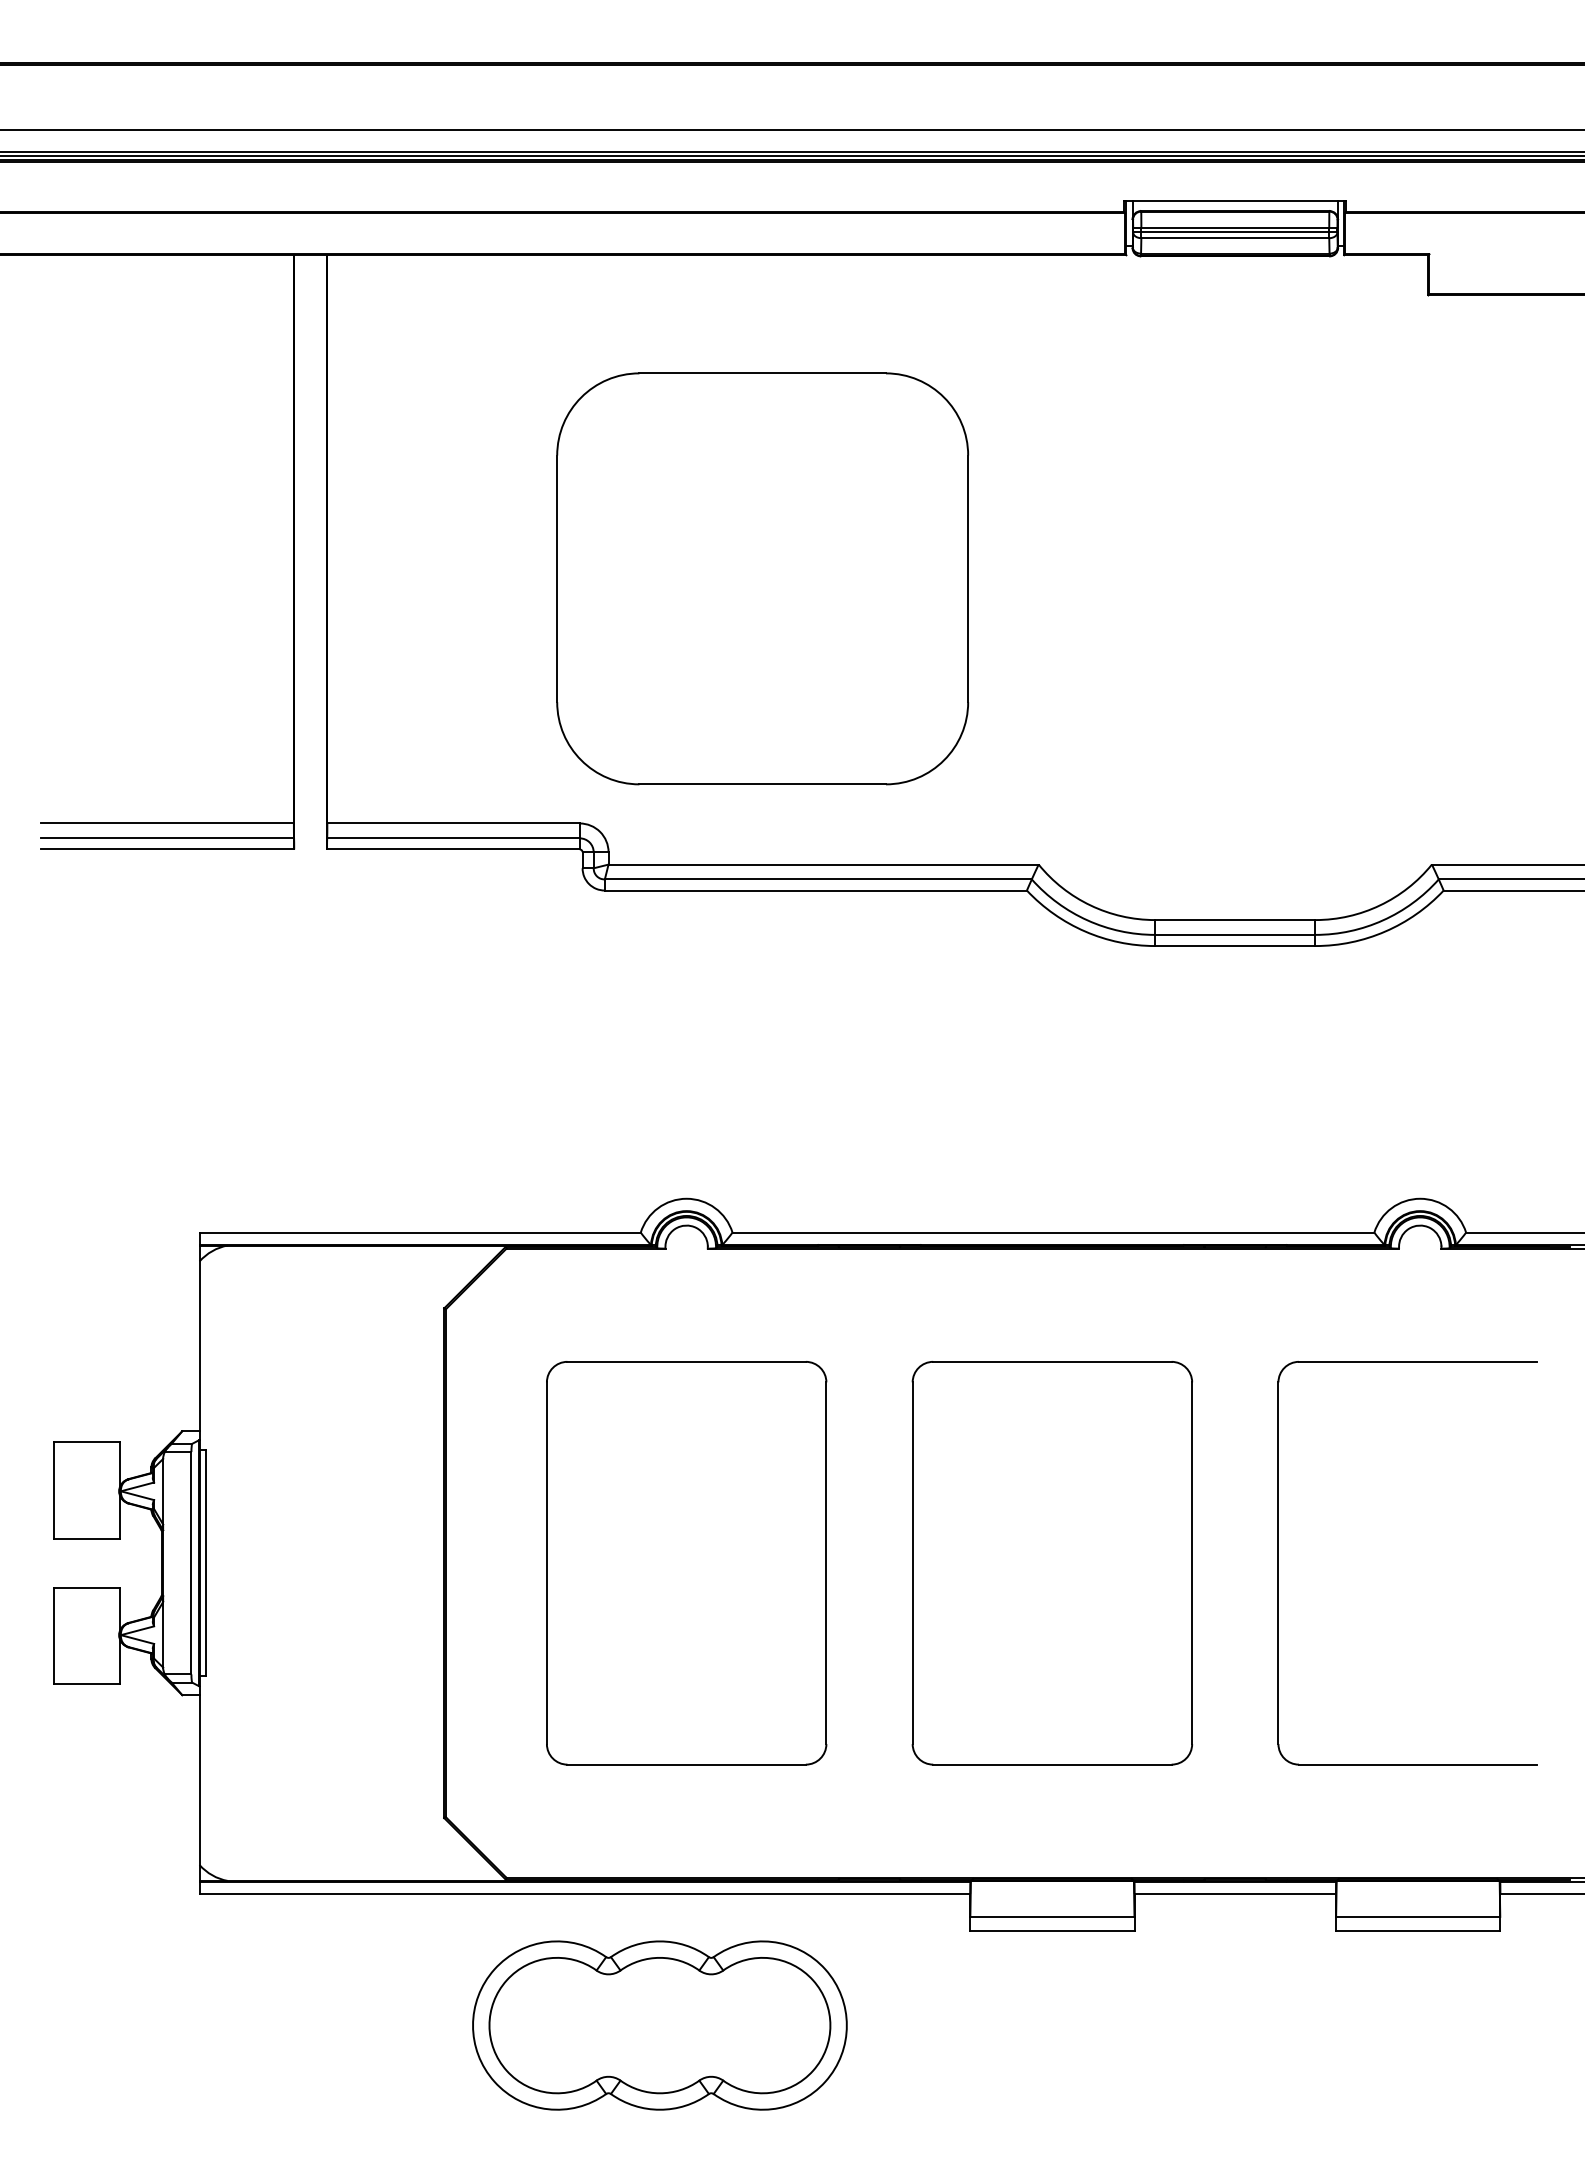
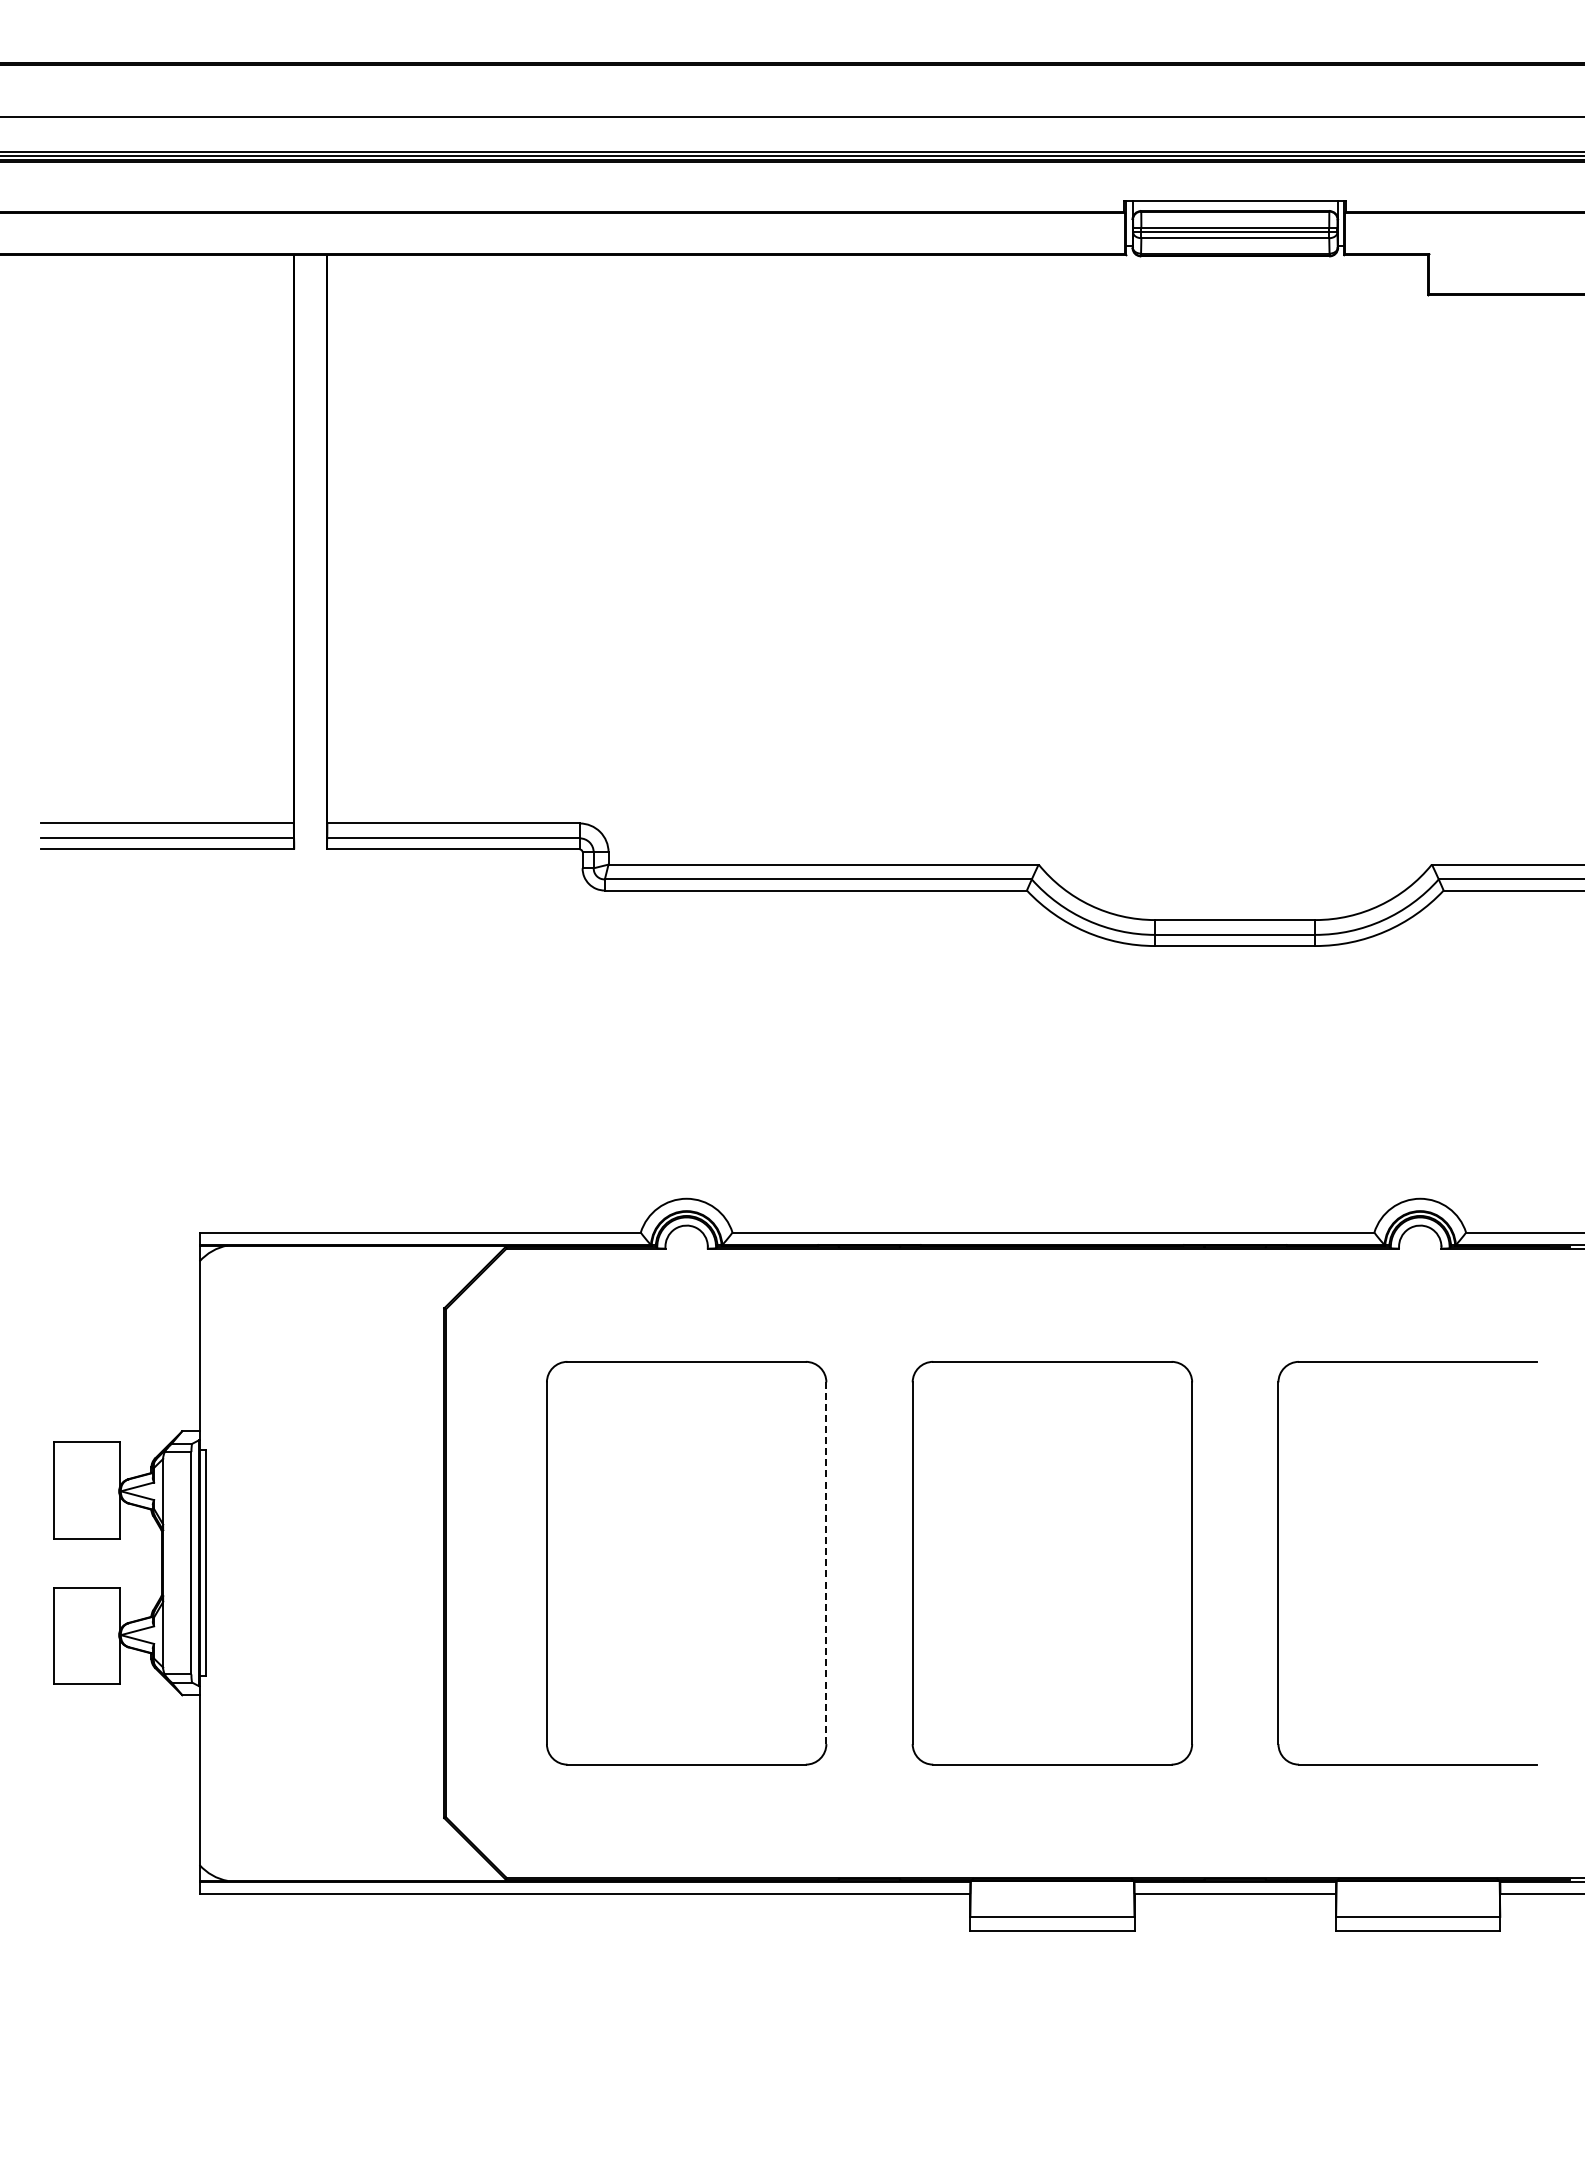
line at (791, 129) position: (791, 129) -> (791, 116)
part at (762, 578): present -> none
line at (826, 1563): solid -> dashed
part at (659, 2025): present -> none
